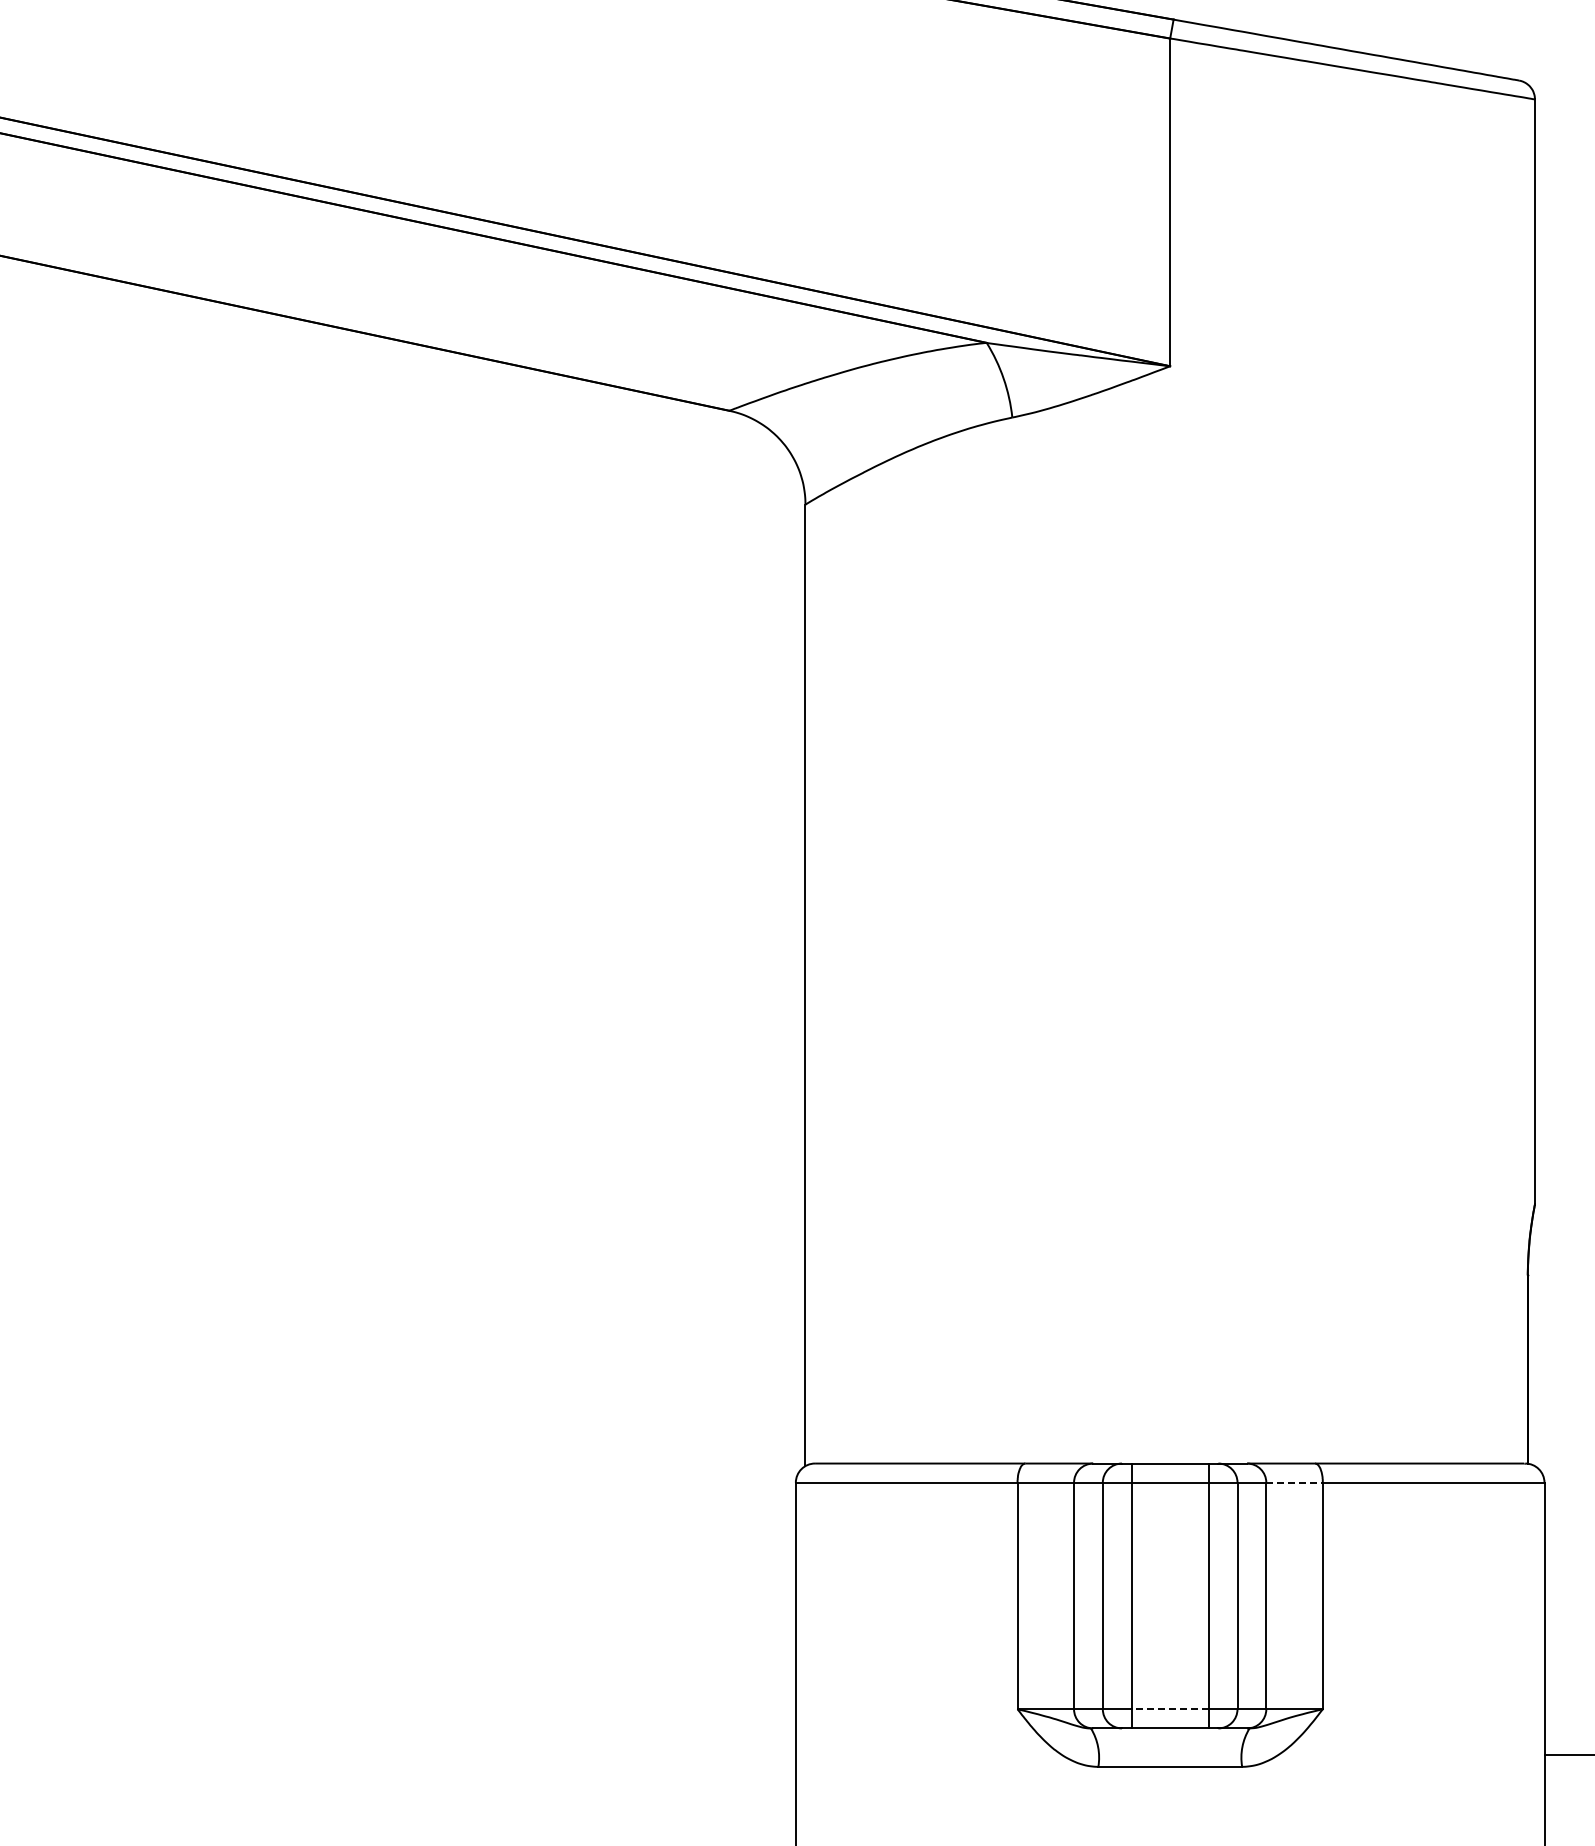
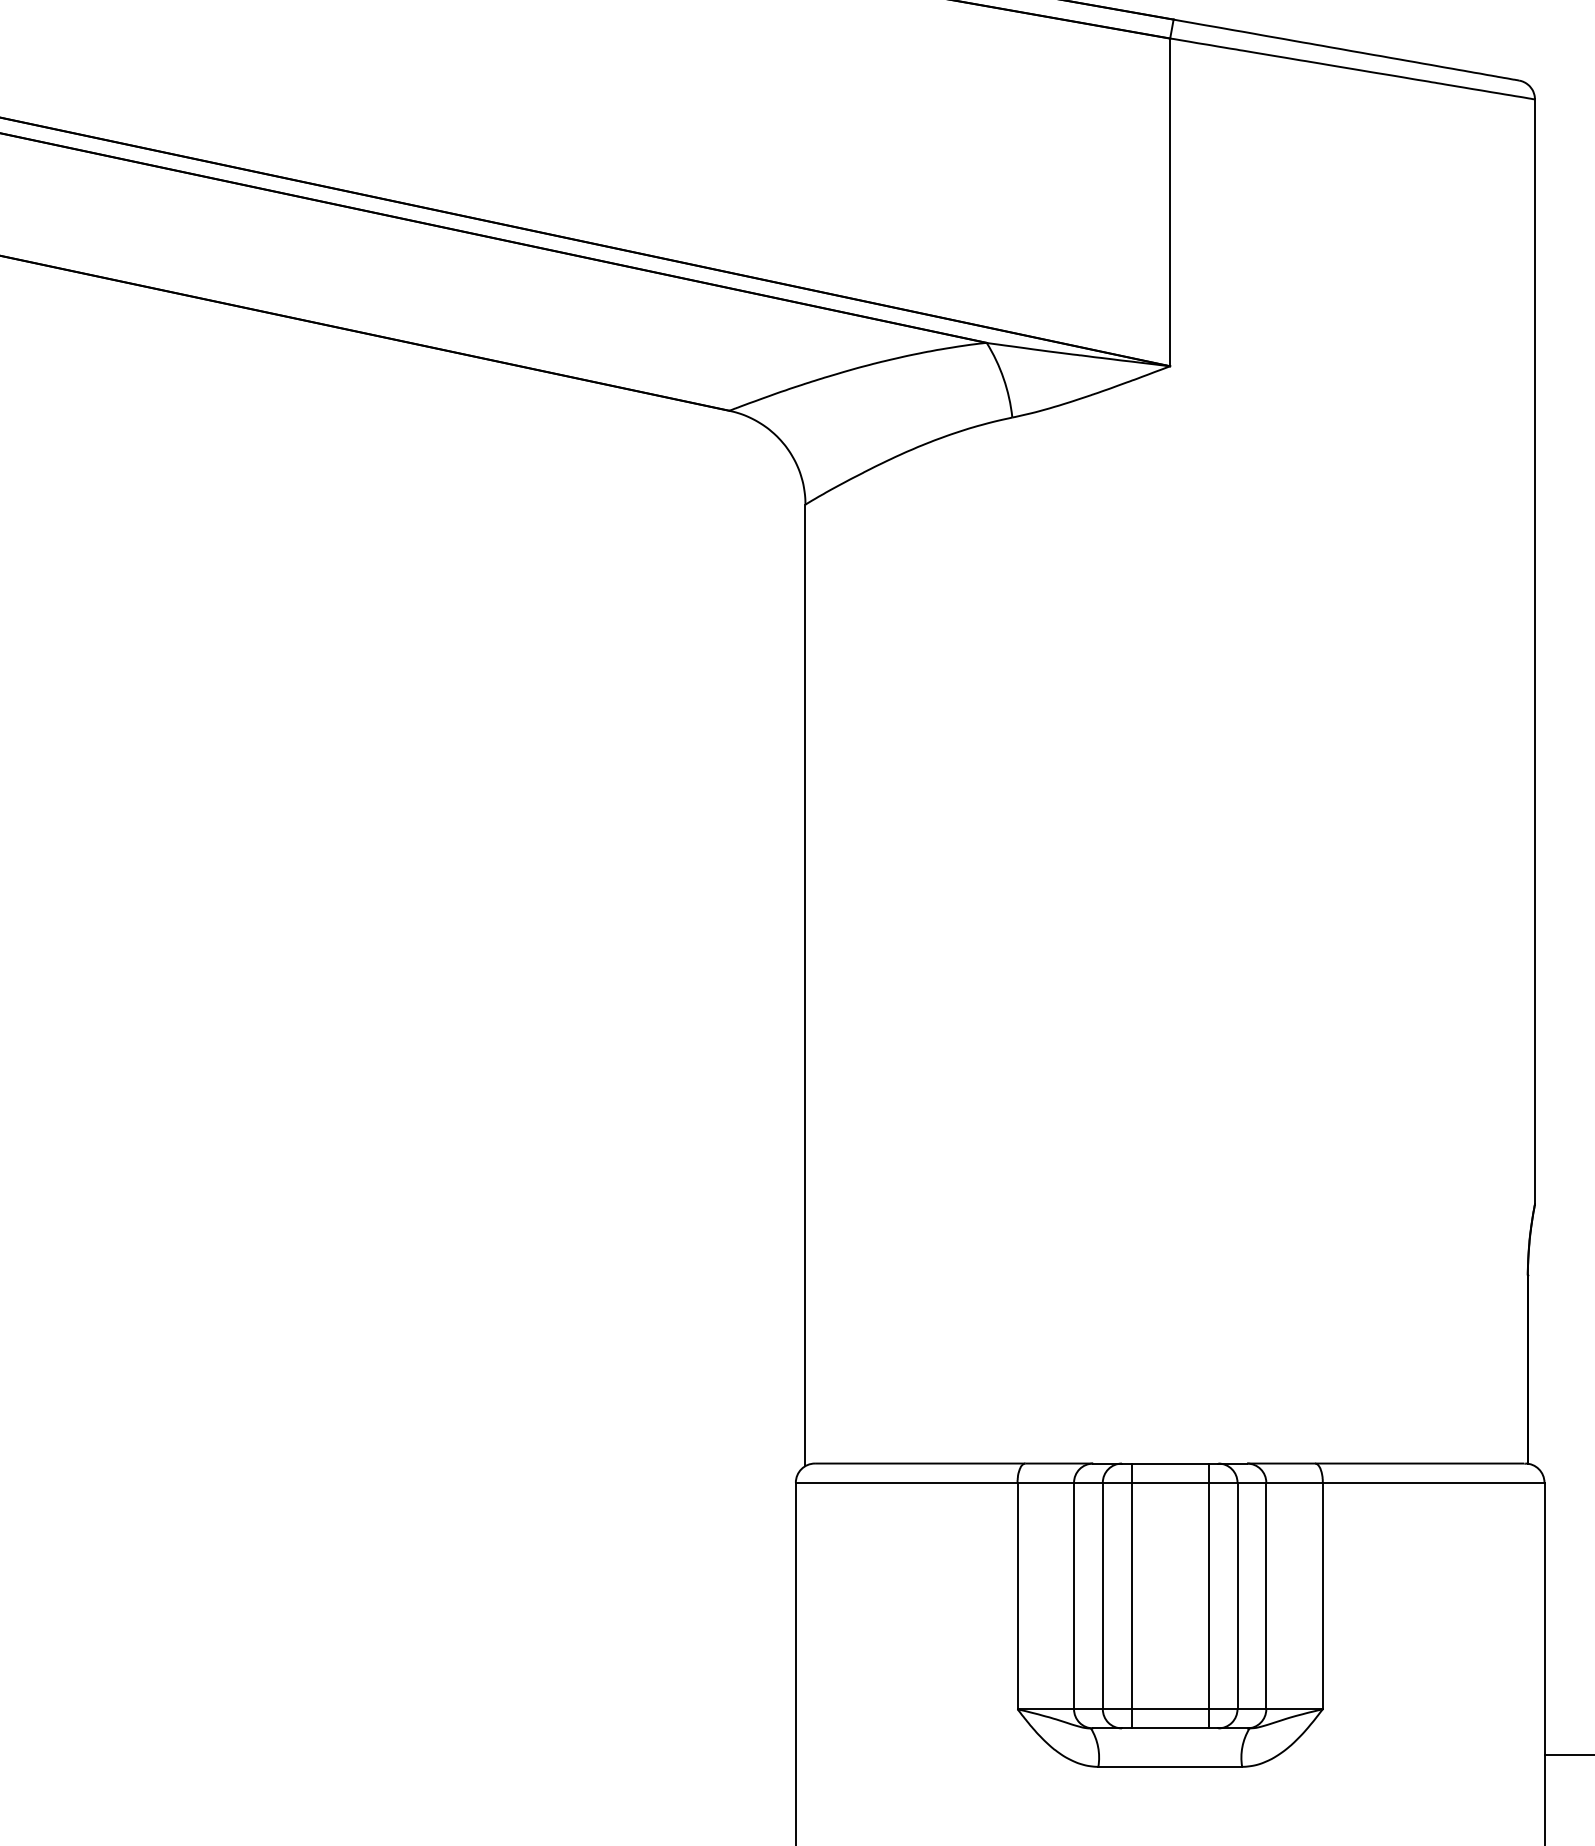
line at (1295, 1482): dashed -> solid
line at (1170, 1709): dashed -> solid
